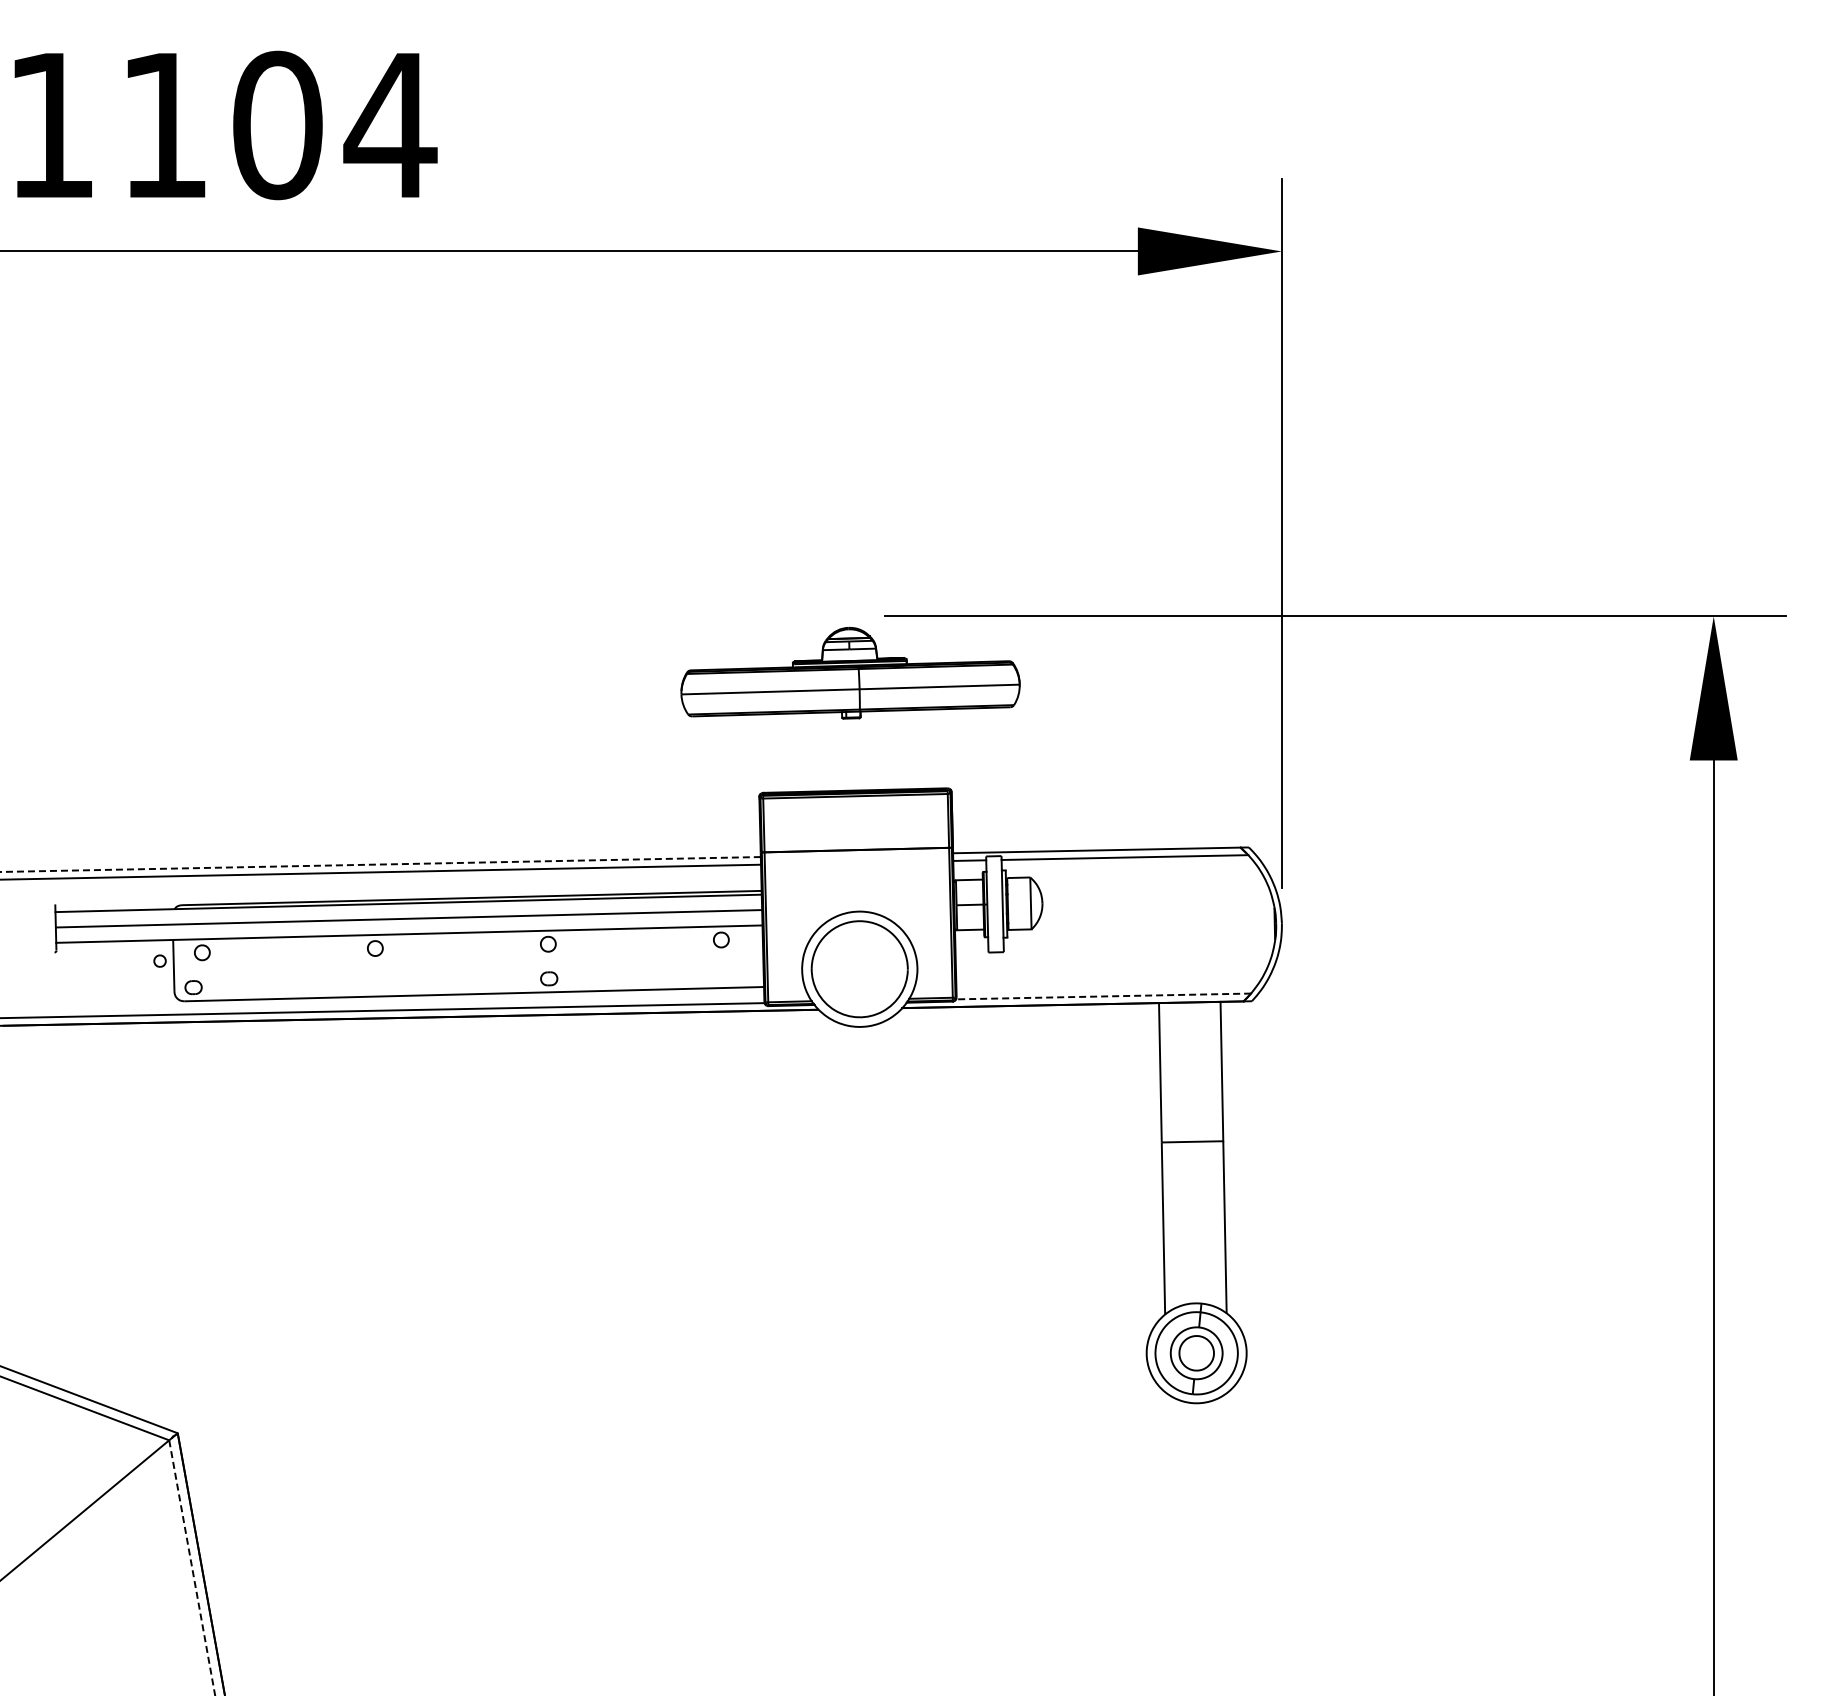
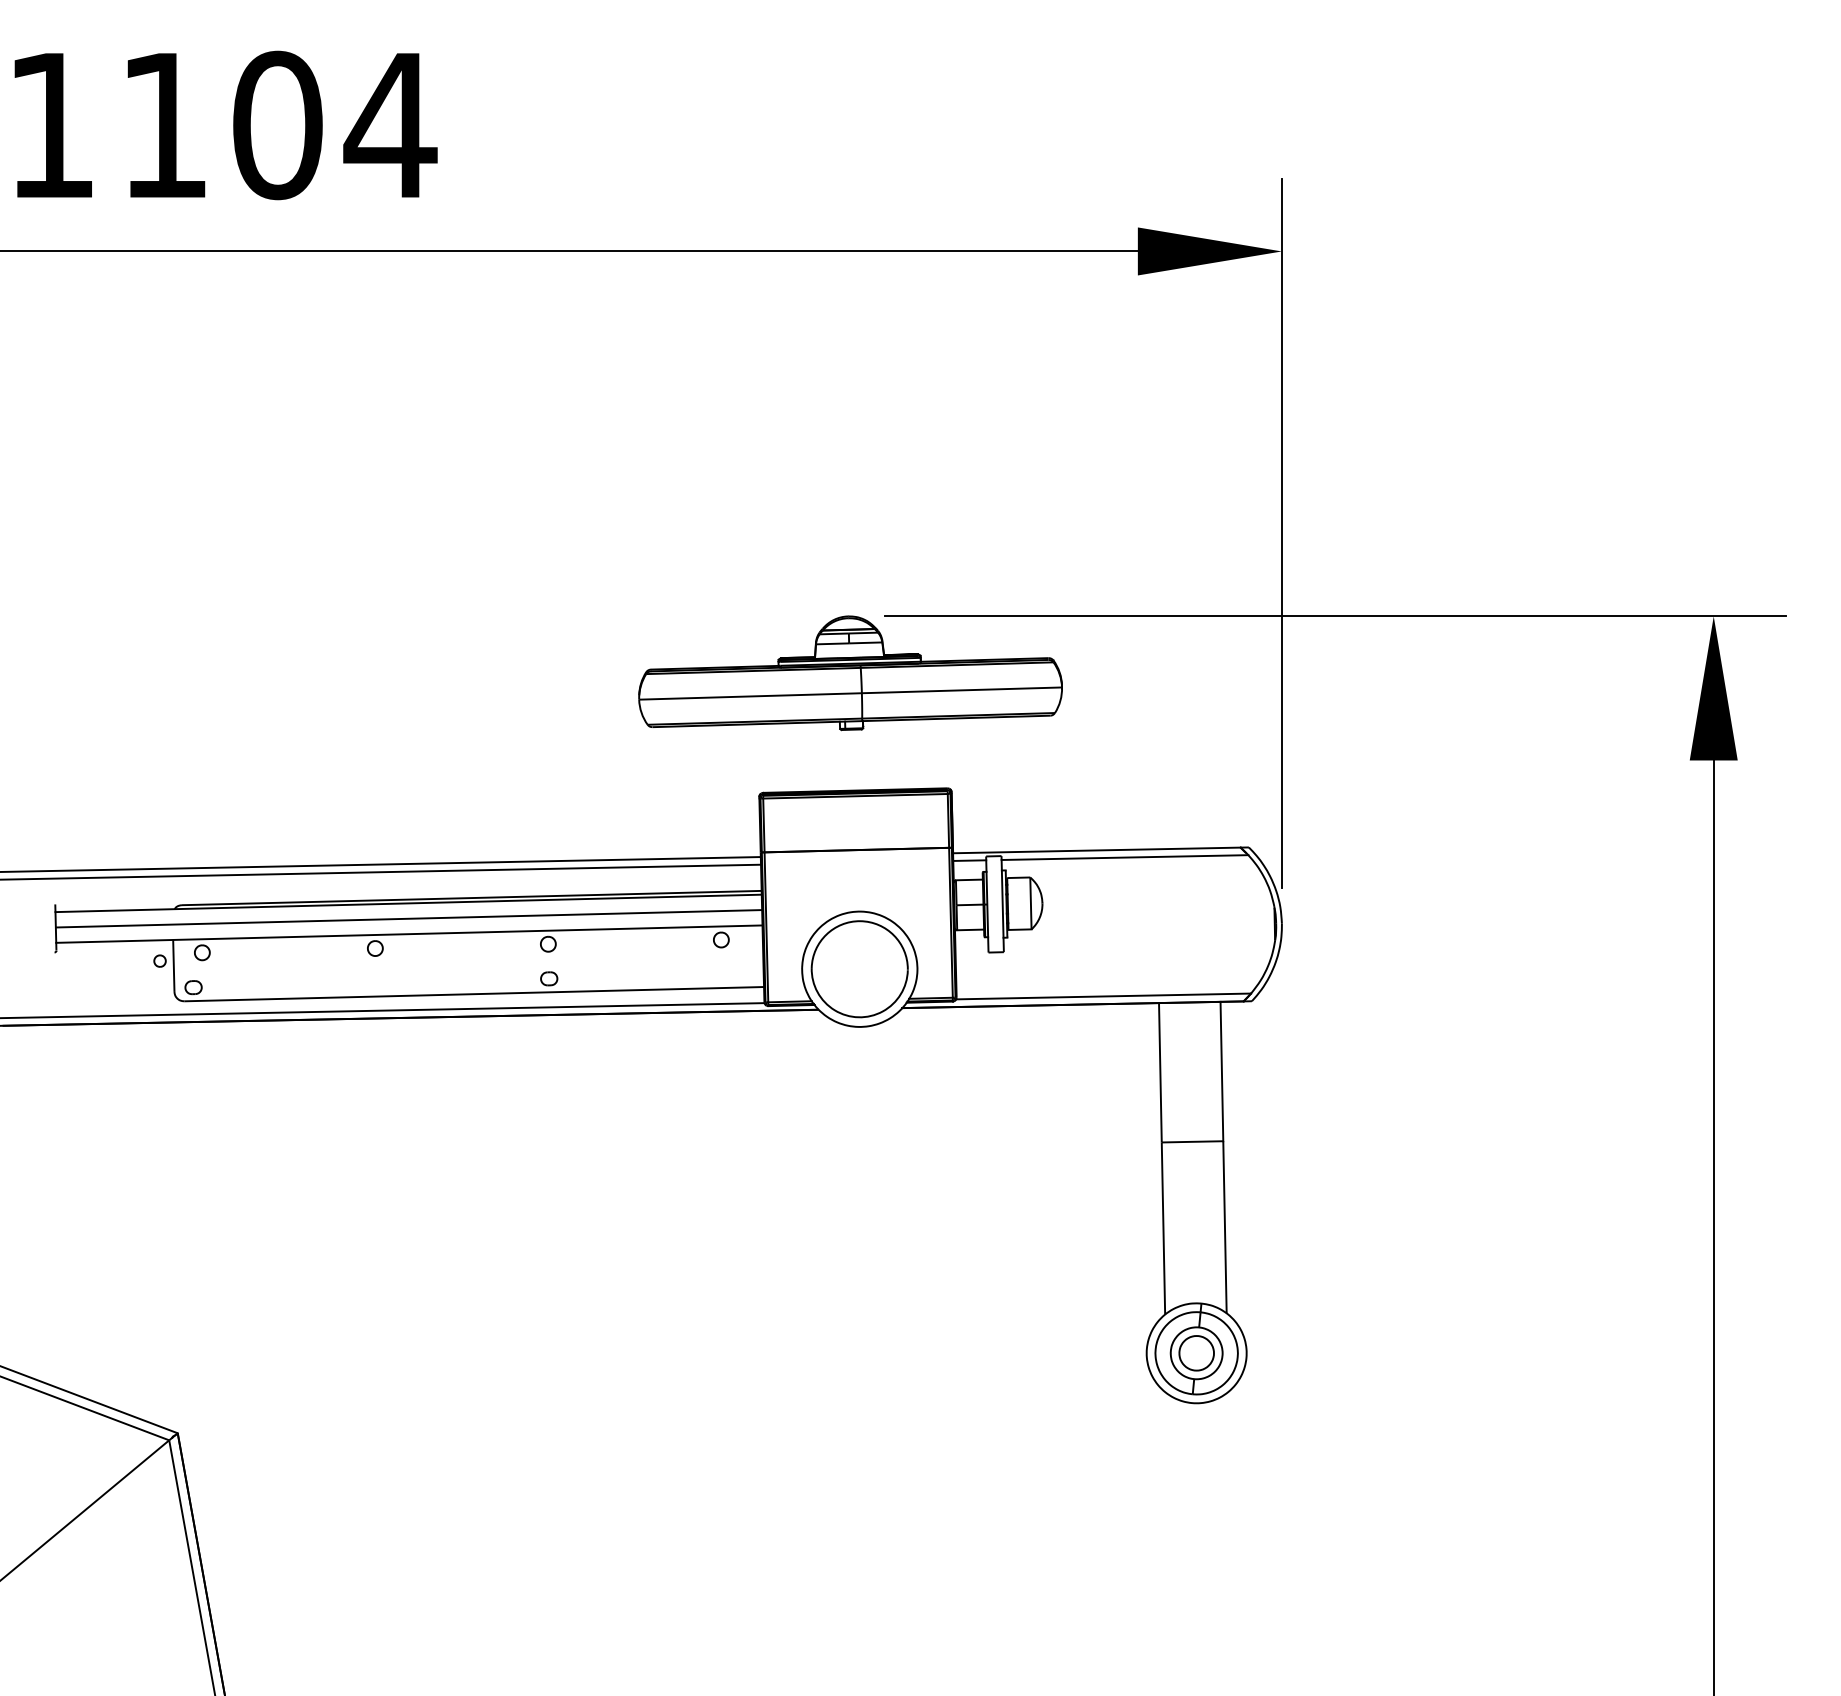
part at (850, 672) size: 341x94 px -> 425x117 px
line at (380, 864): dashed -> solid
line at (1103, 996): dashed -> solid
line at (192, 1568): dashed -> solid
